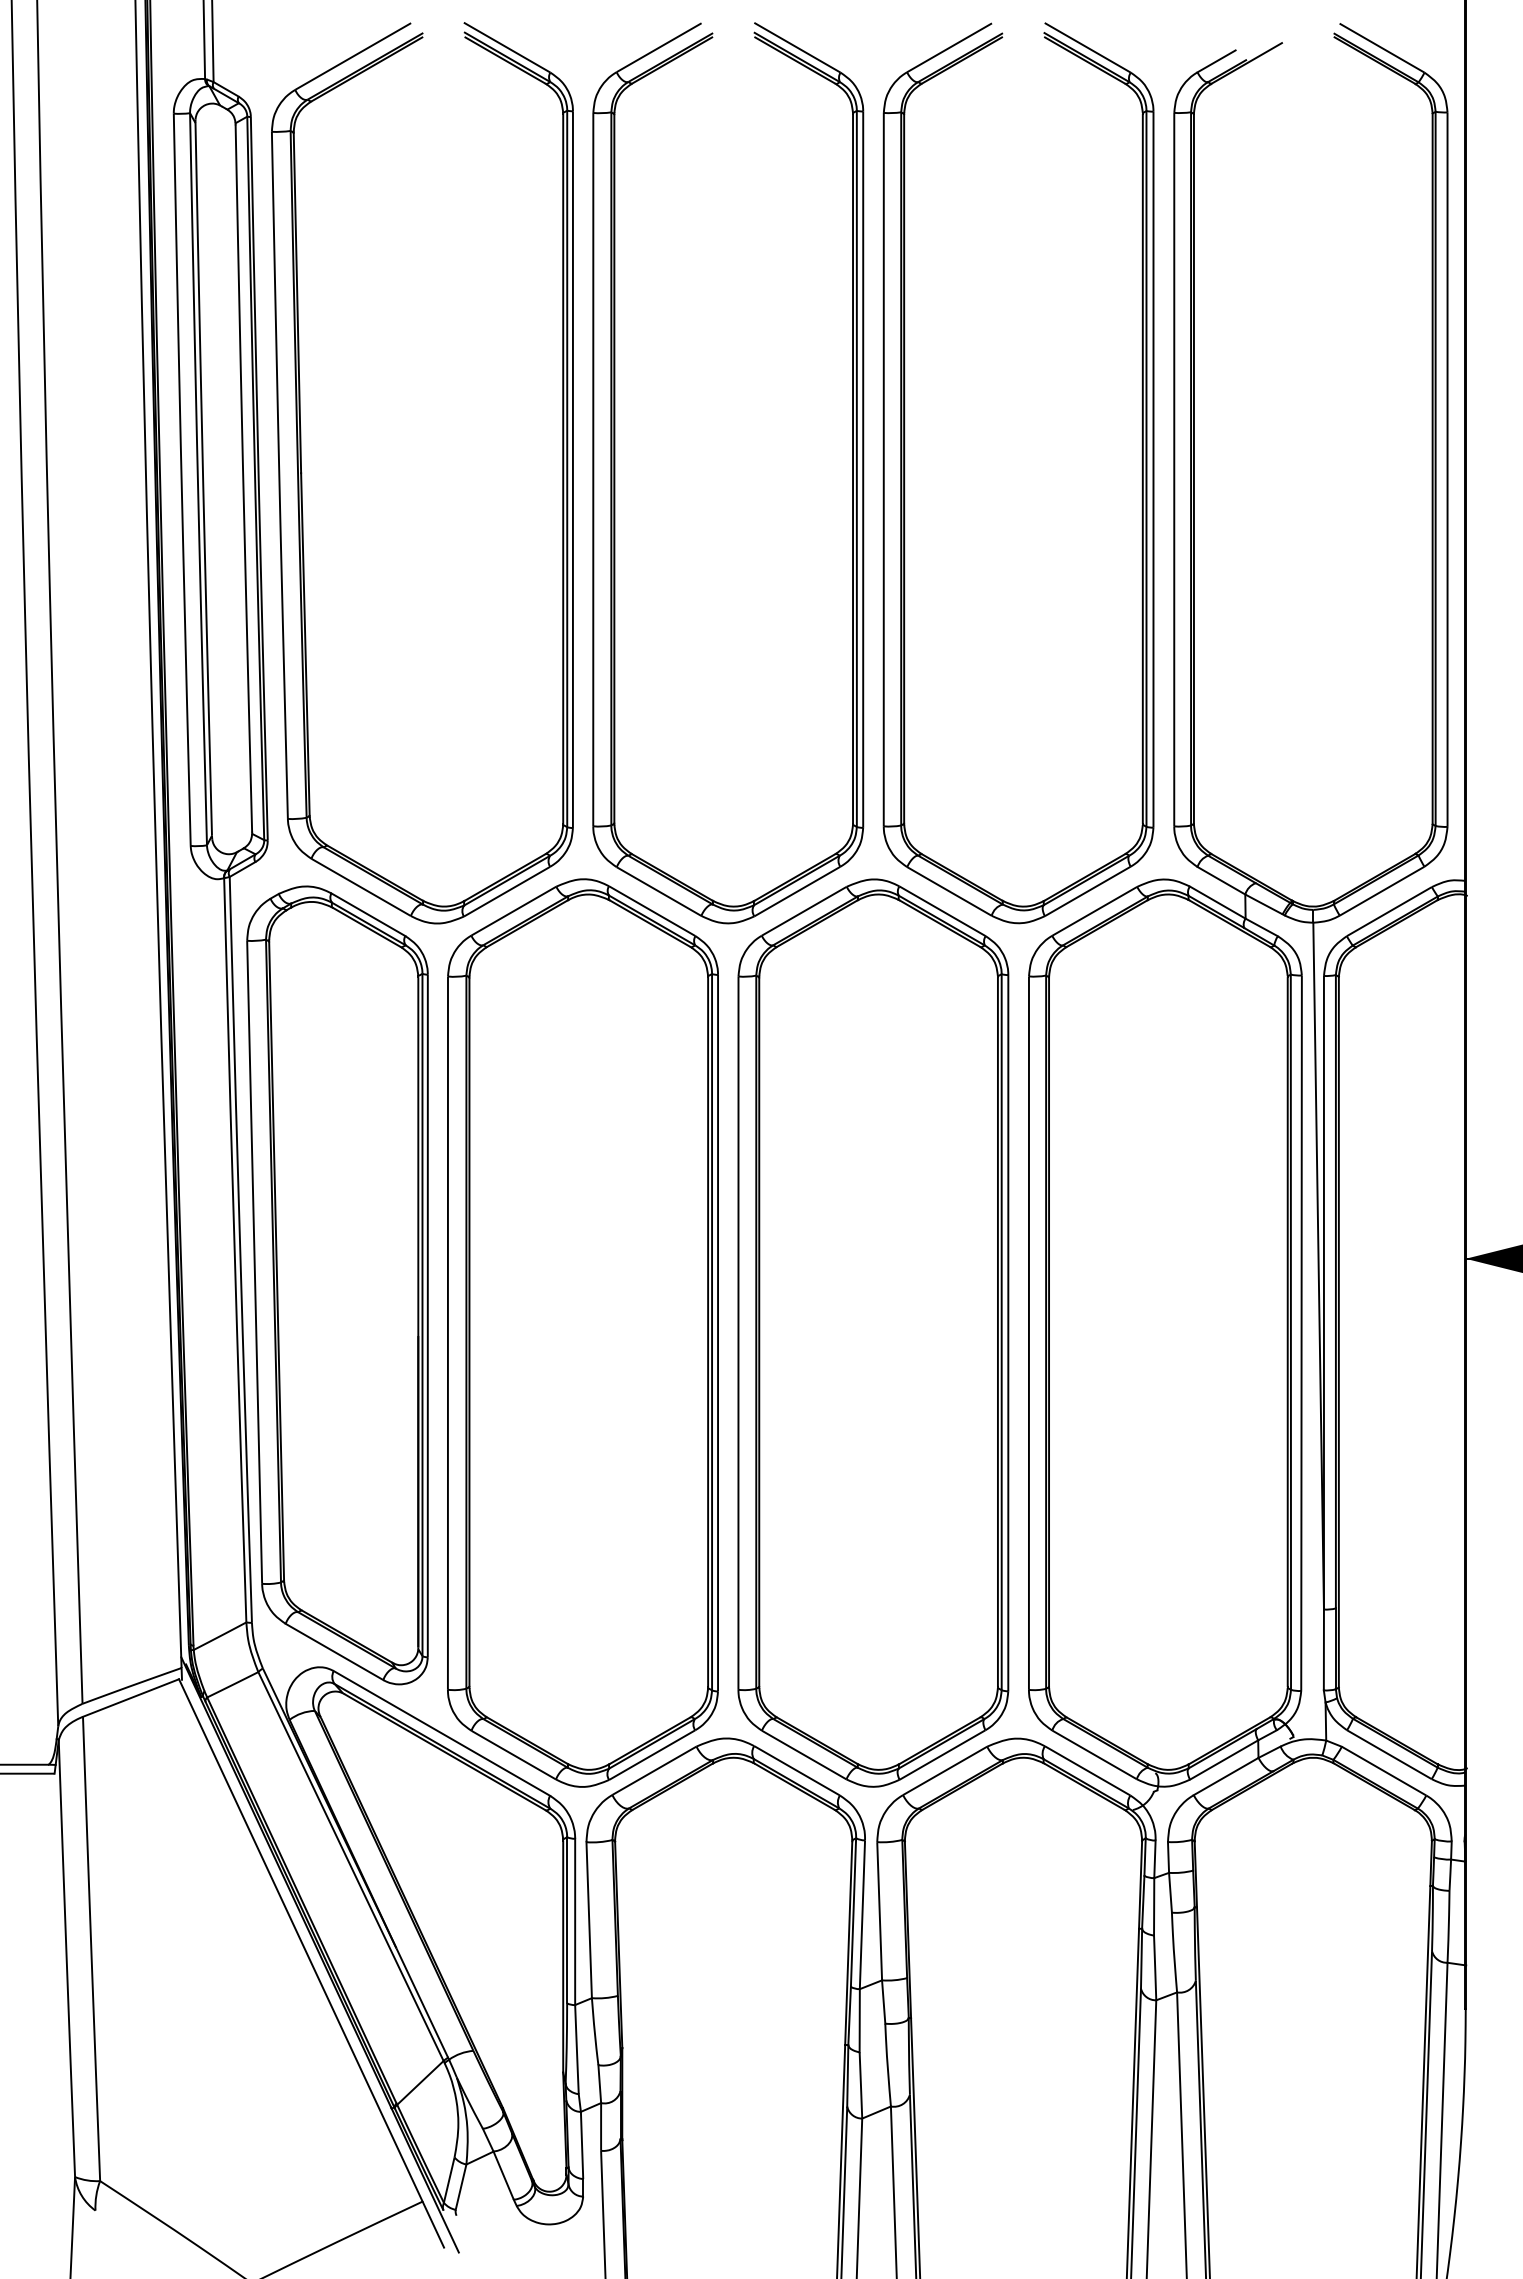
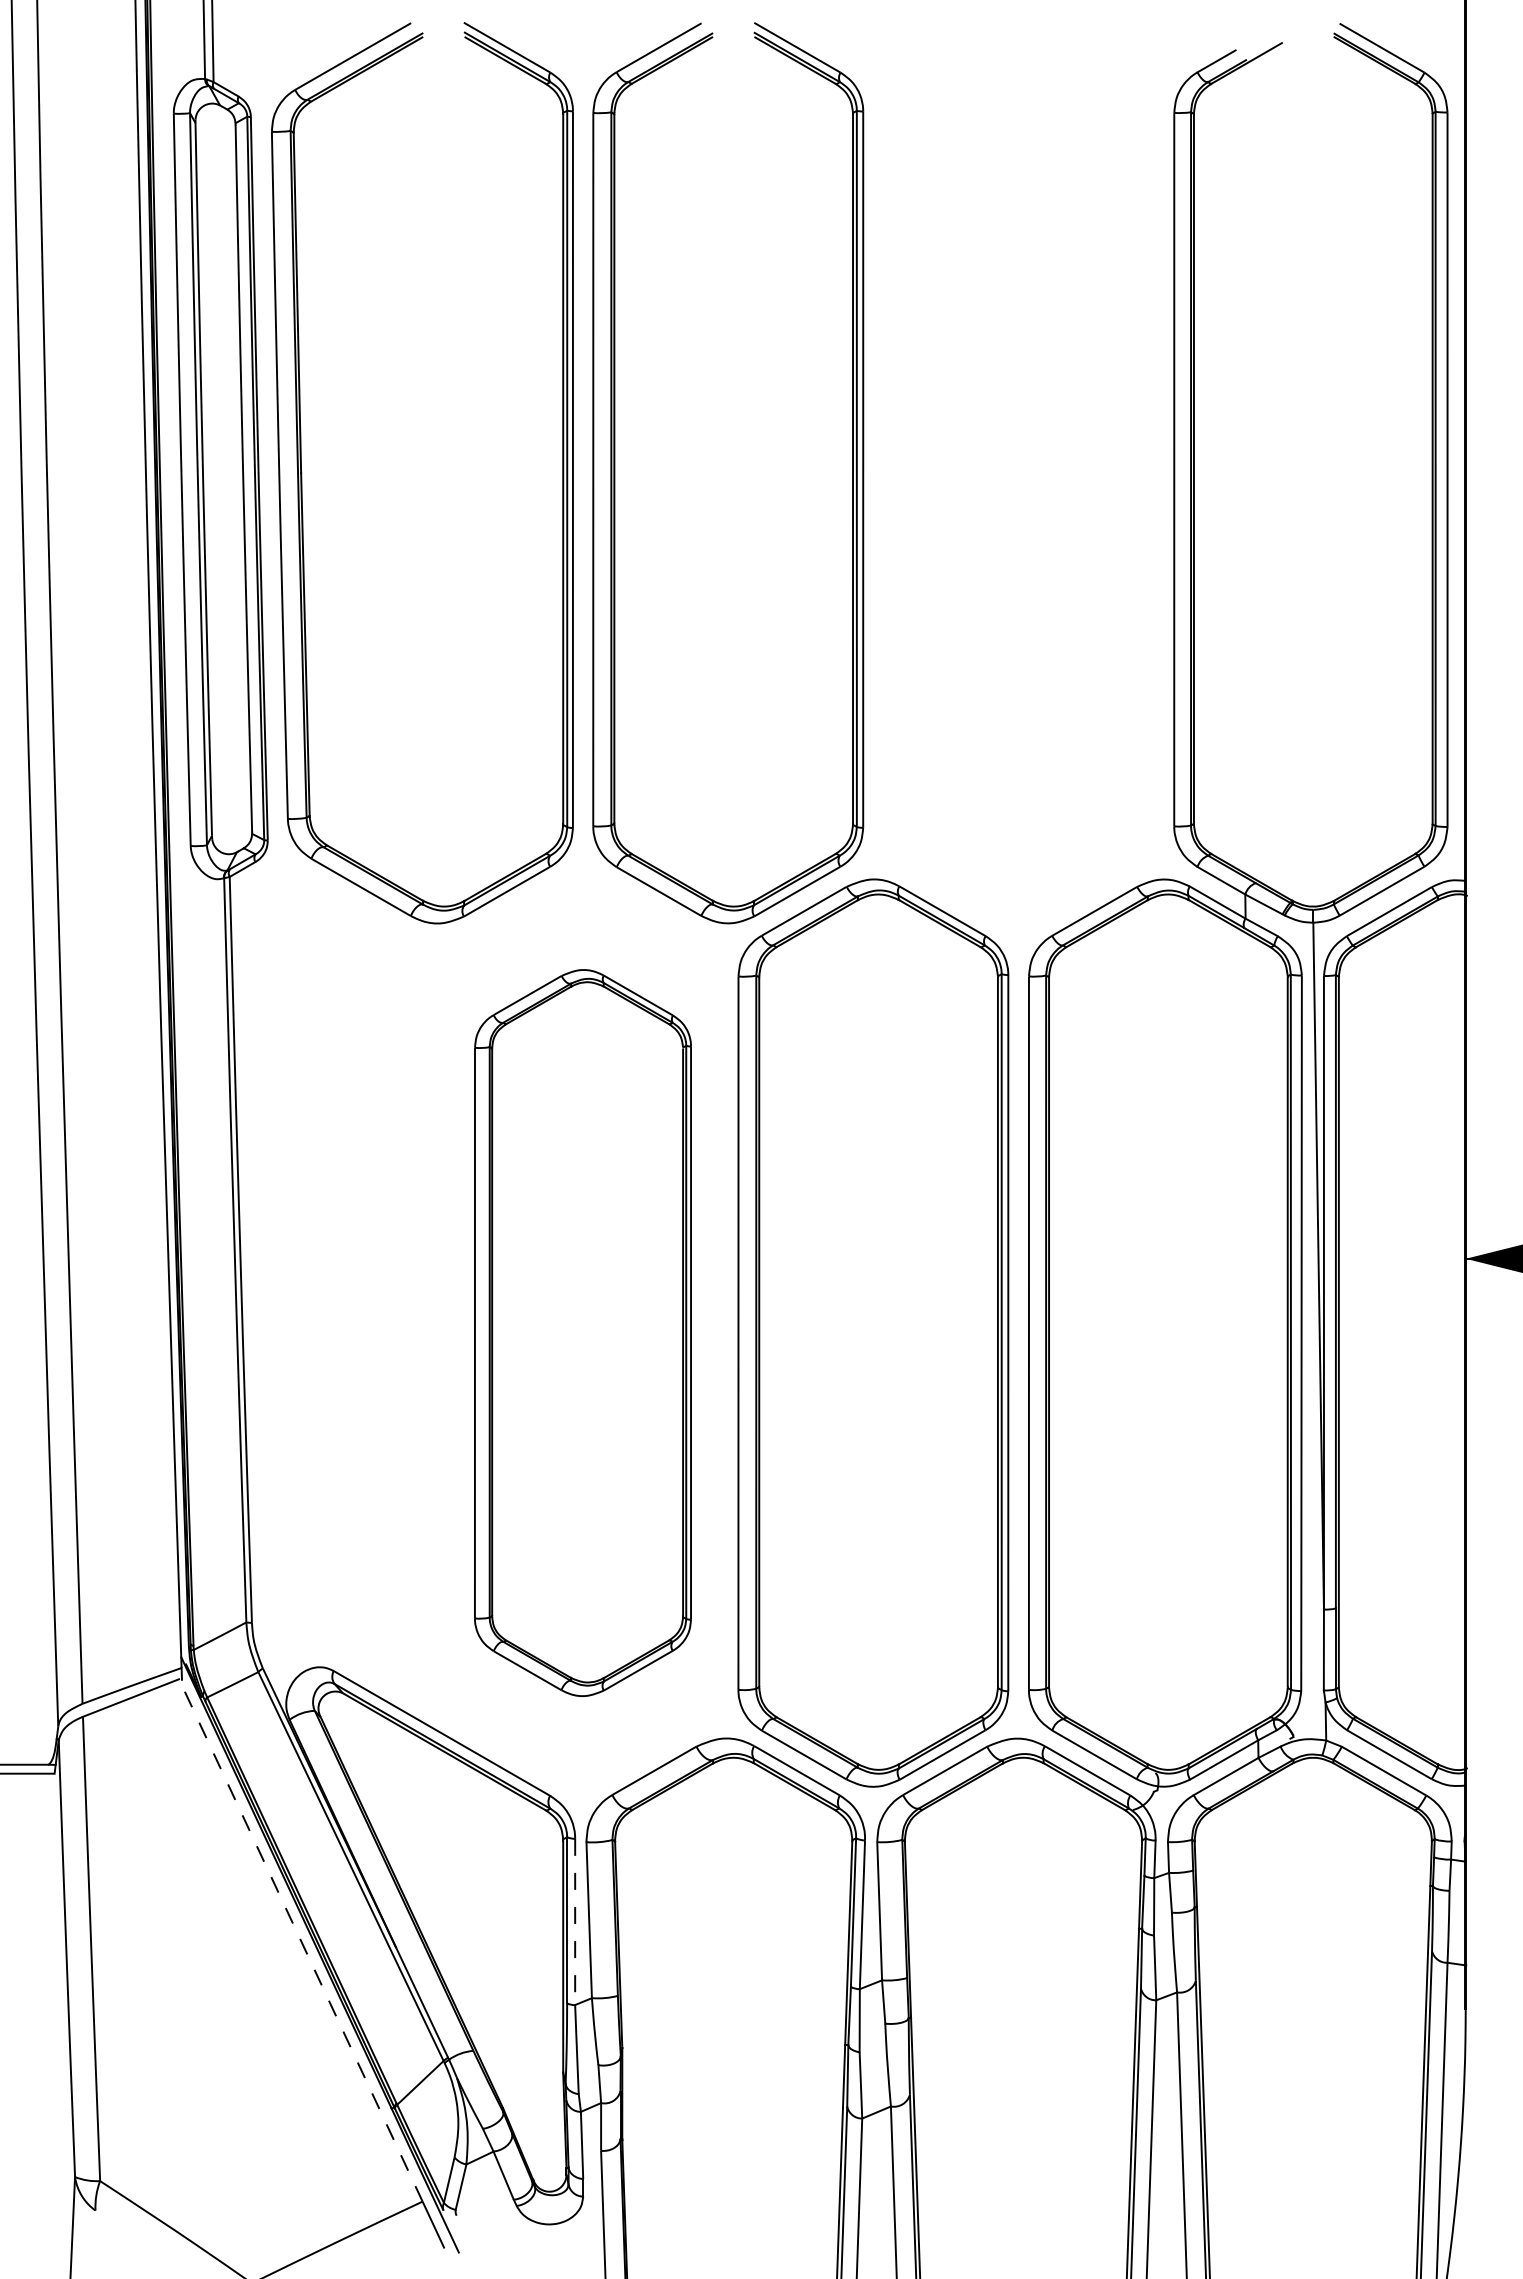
part at (905, 473): present -> none
part at (337, 1285): present -> none
part at (582, 1332) size: 272x910 px -> 218x728 px
line at (575, 1922): solid -> dashed
line at (300, 1939): solid -> dashed
